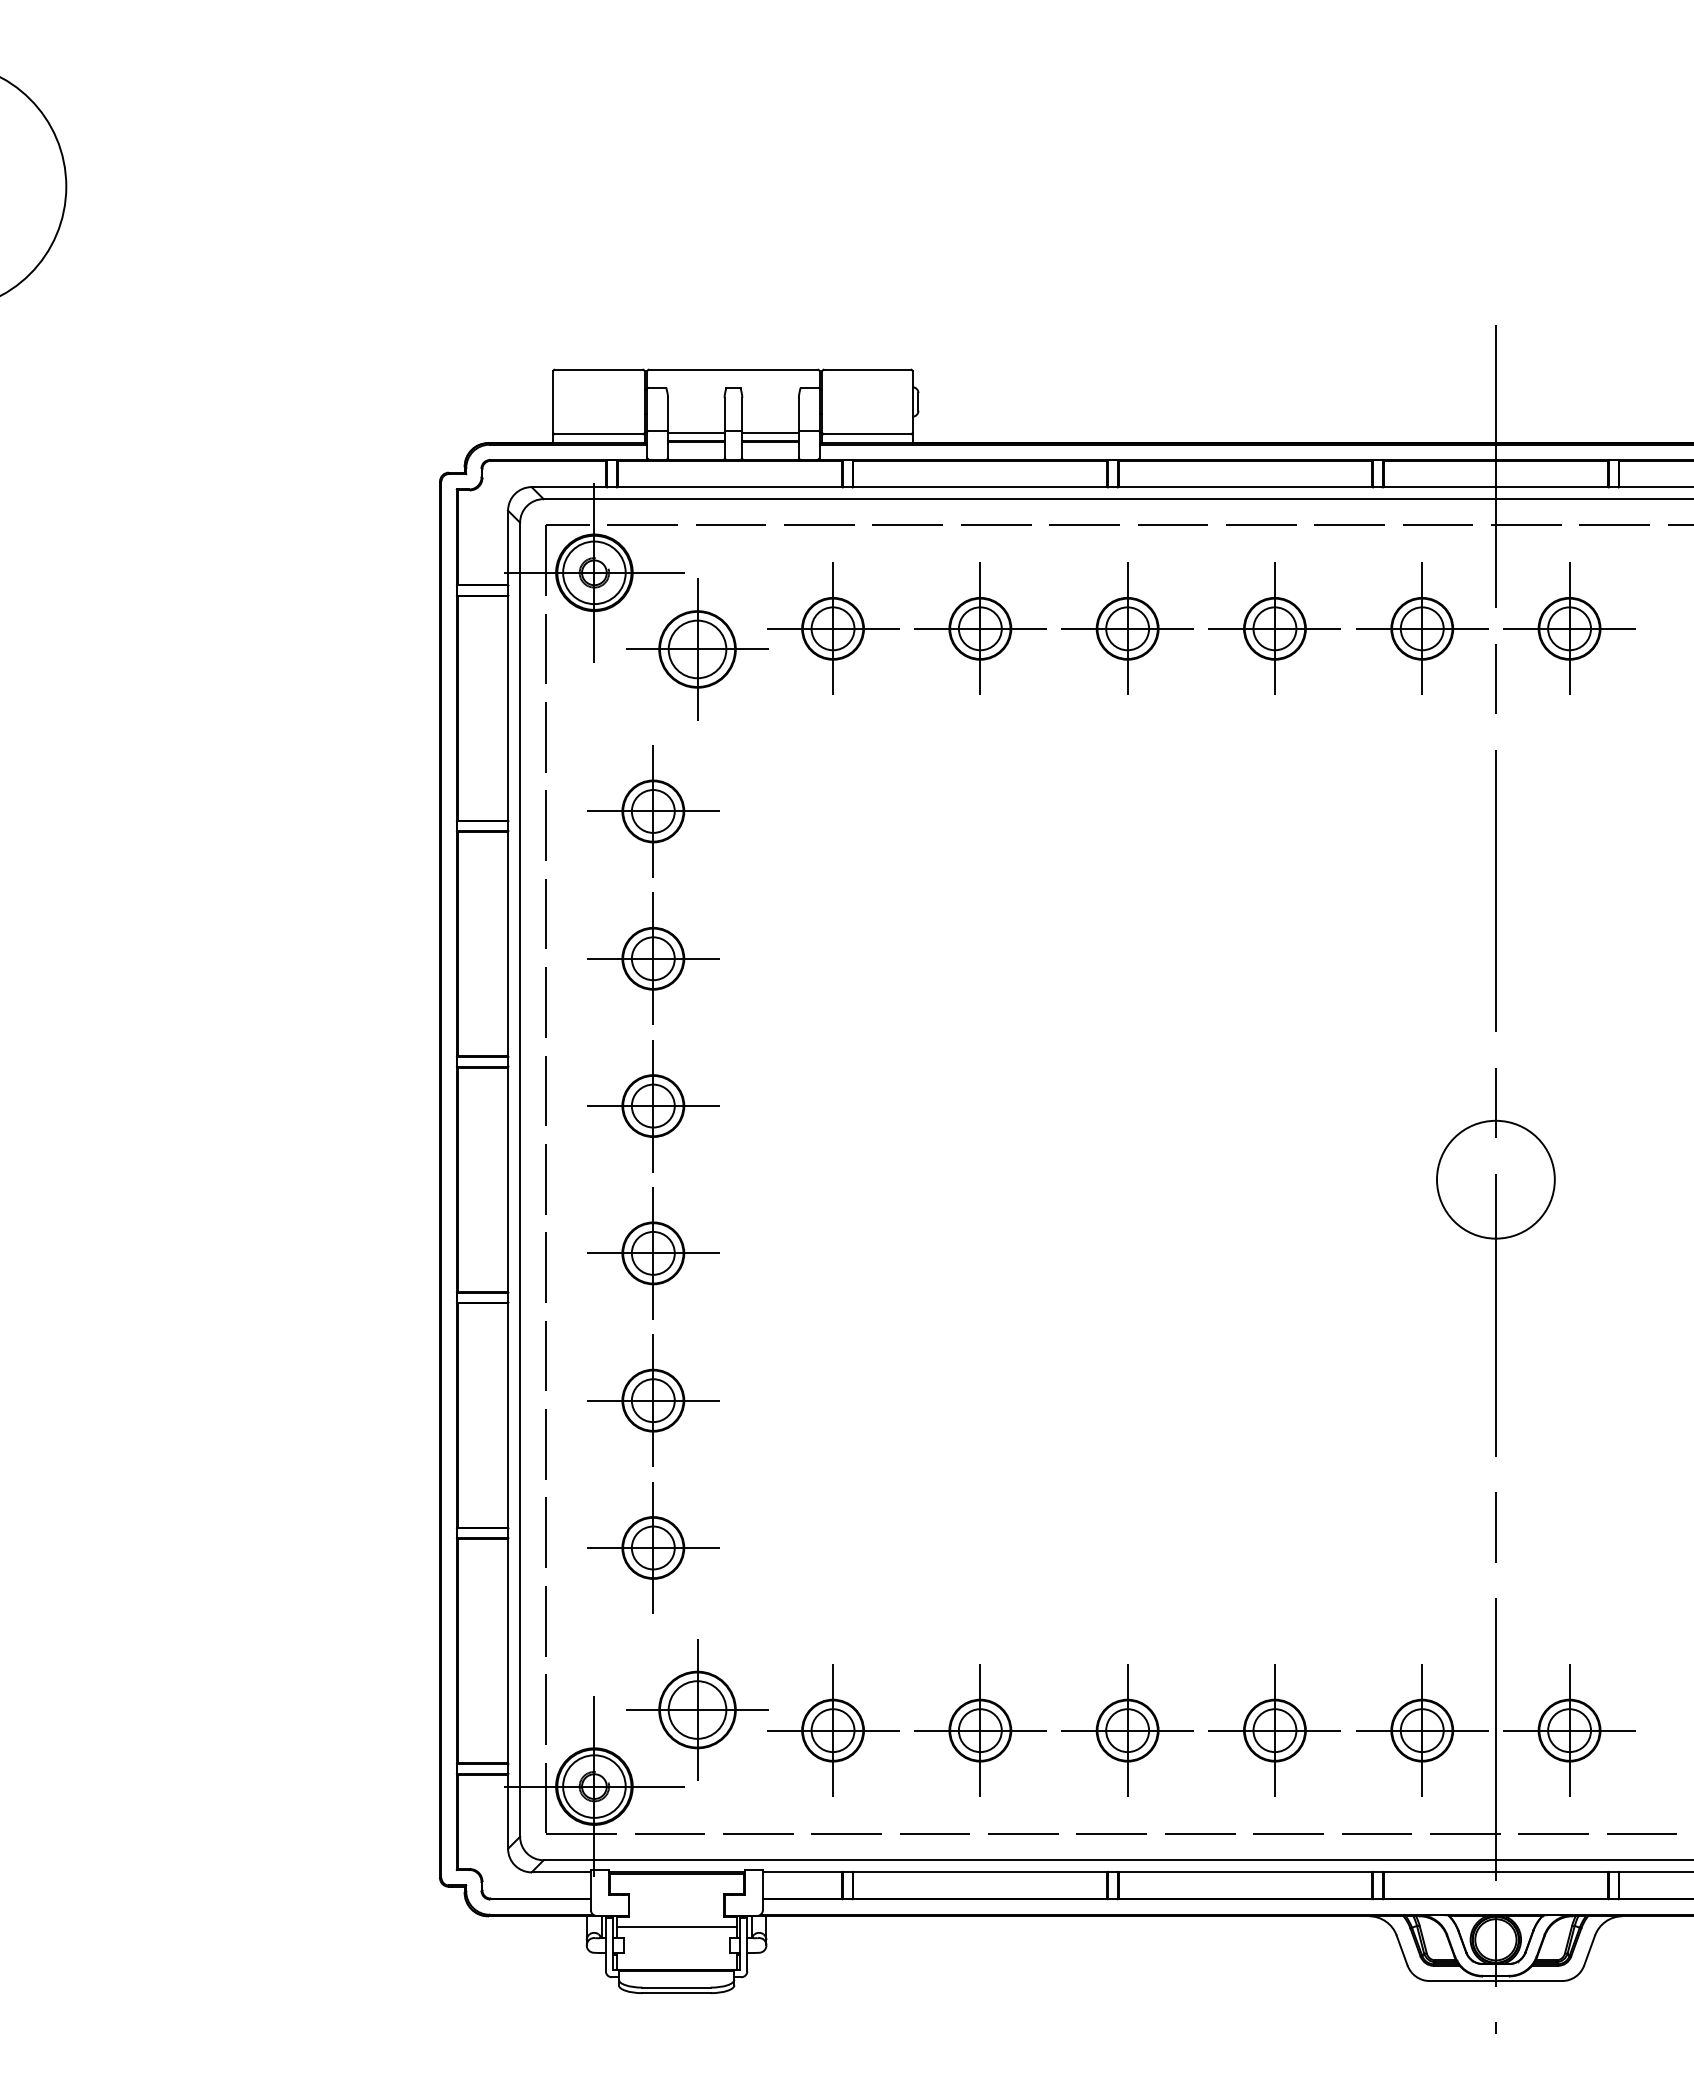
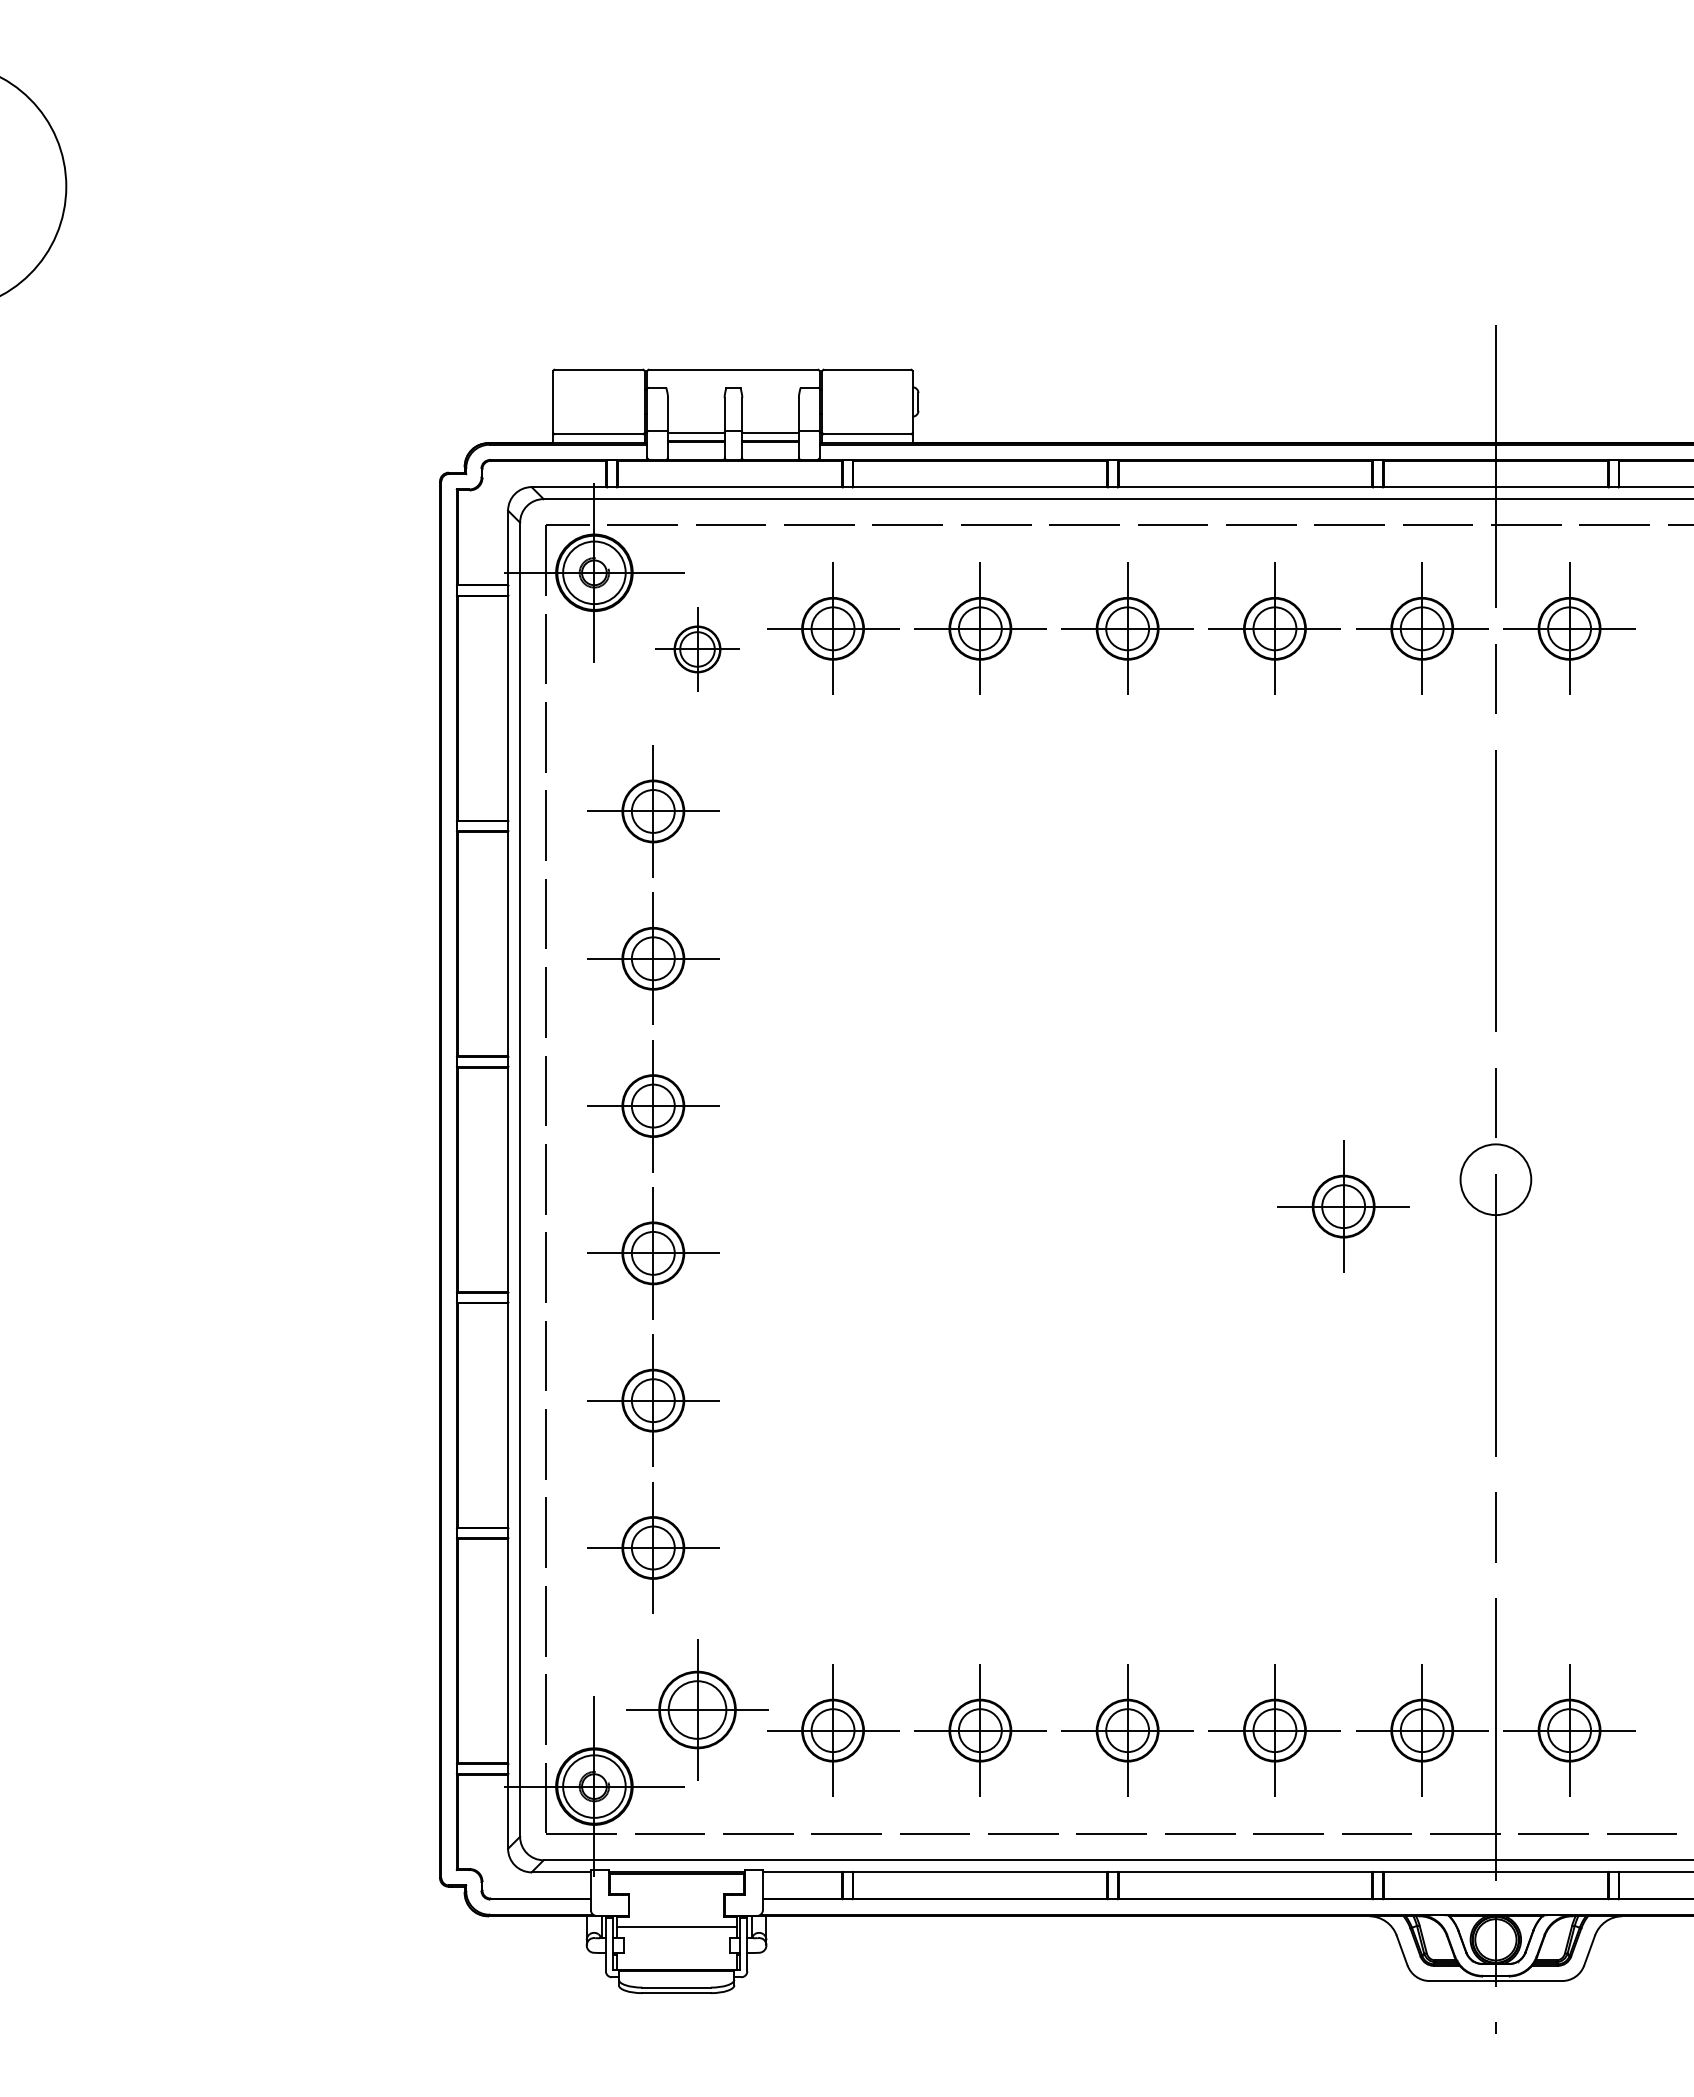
part at (697, 649) size: 143x143 px -> 85x85 px
circle at (1495, 1179) diameter: 118 px -> 71 px
part at (1343, 1206): none -> present
